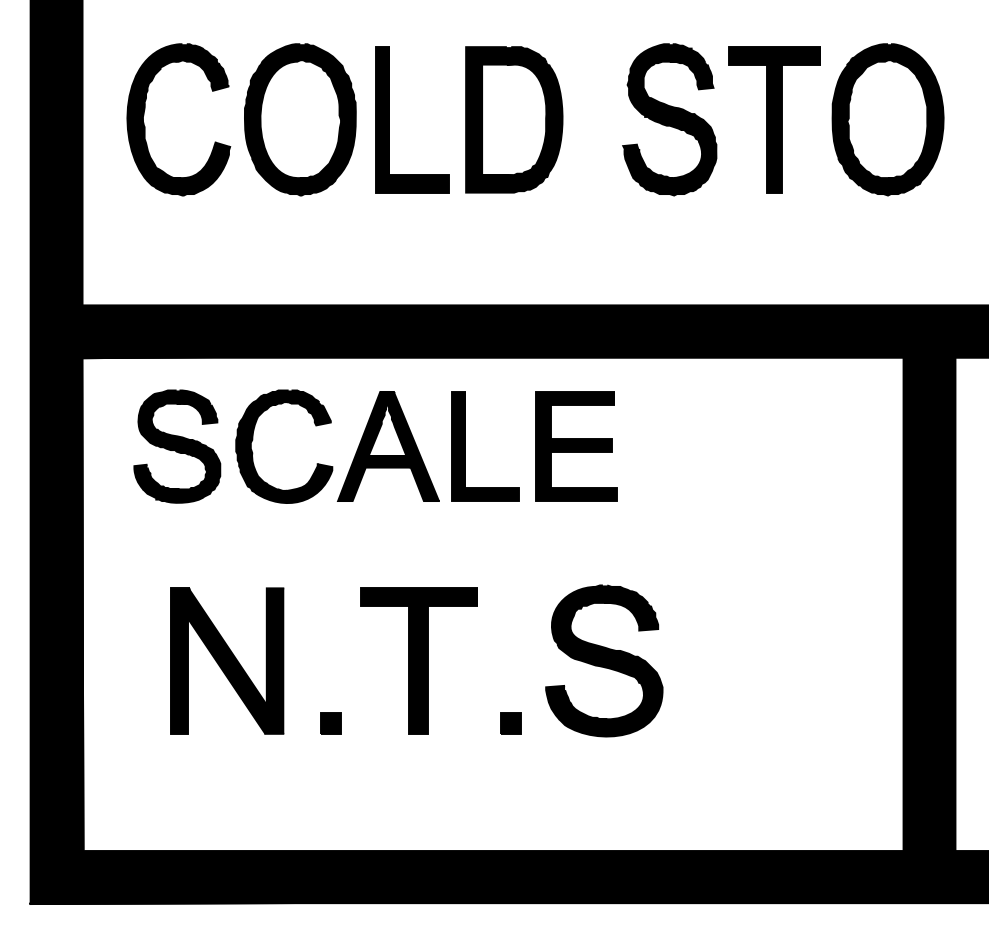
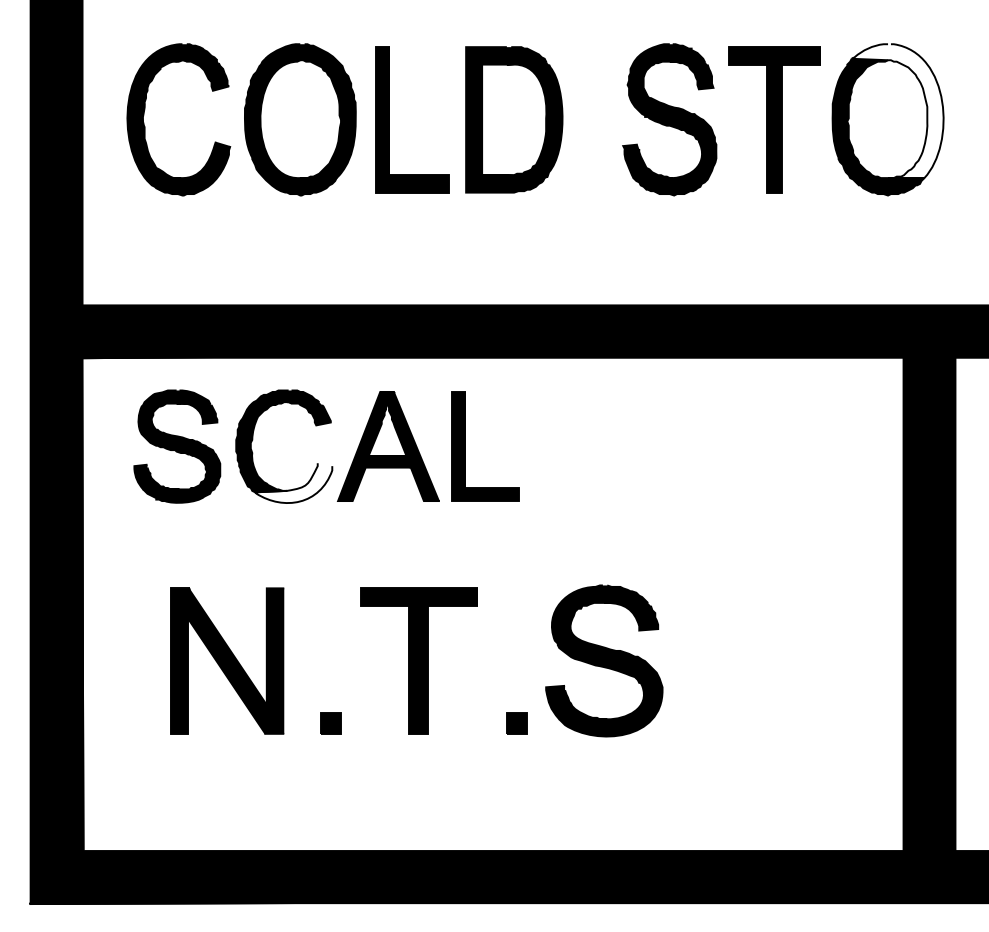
fill at (897, 111): present -> none
part at (576, 446): present -> none
fill at (293, 483): present -> none
part at (510, 723) position: (510, 723) -> (516, 723)
